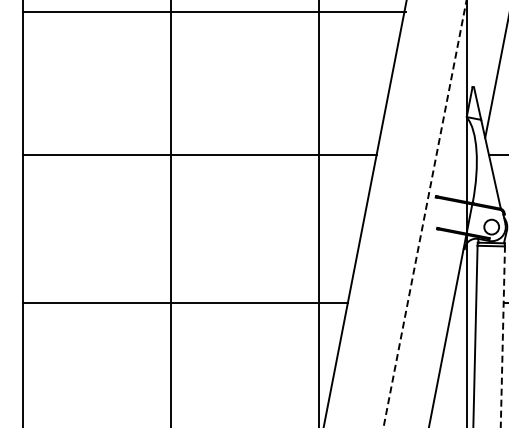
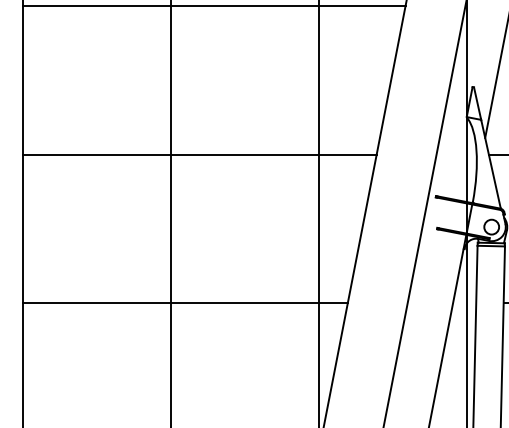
line at (213, 12) position: (213, 12) -> (213, 6)
line at (424, 214): dashed -> solid
line at (502, 337): dashed -> solid
